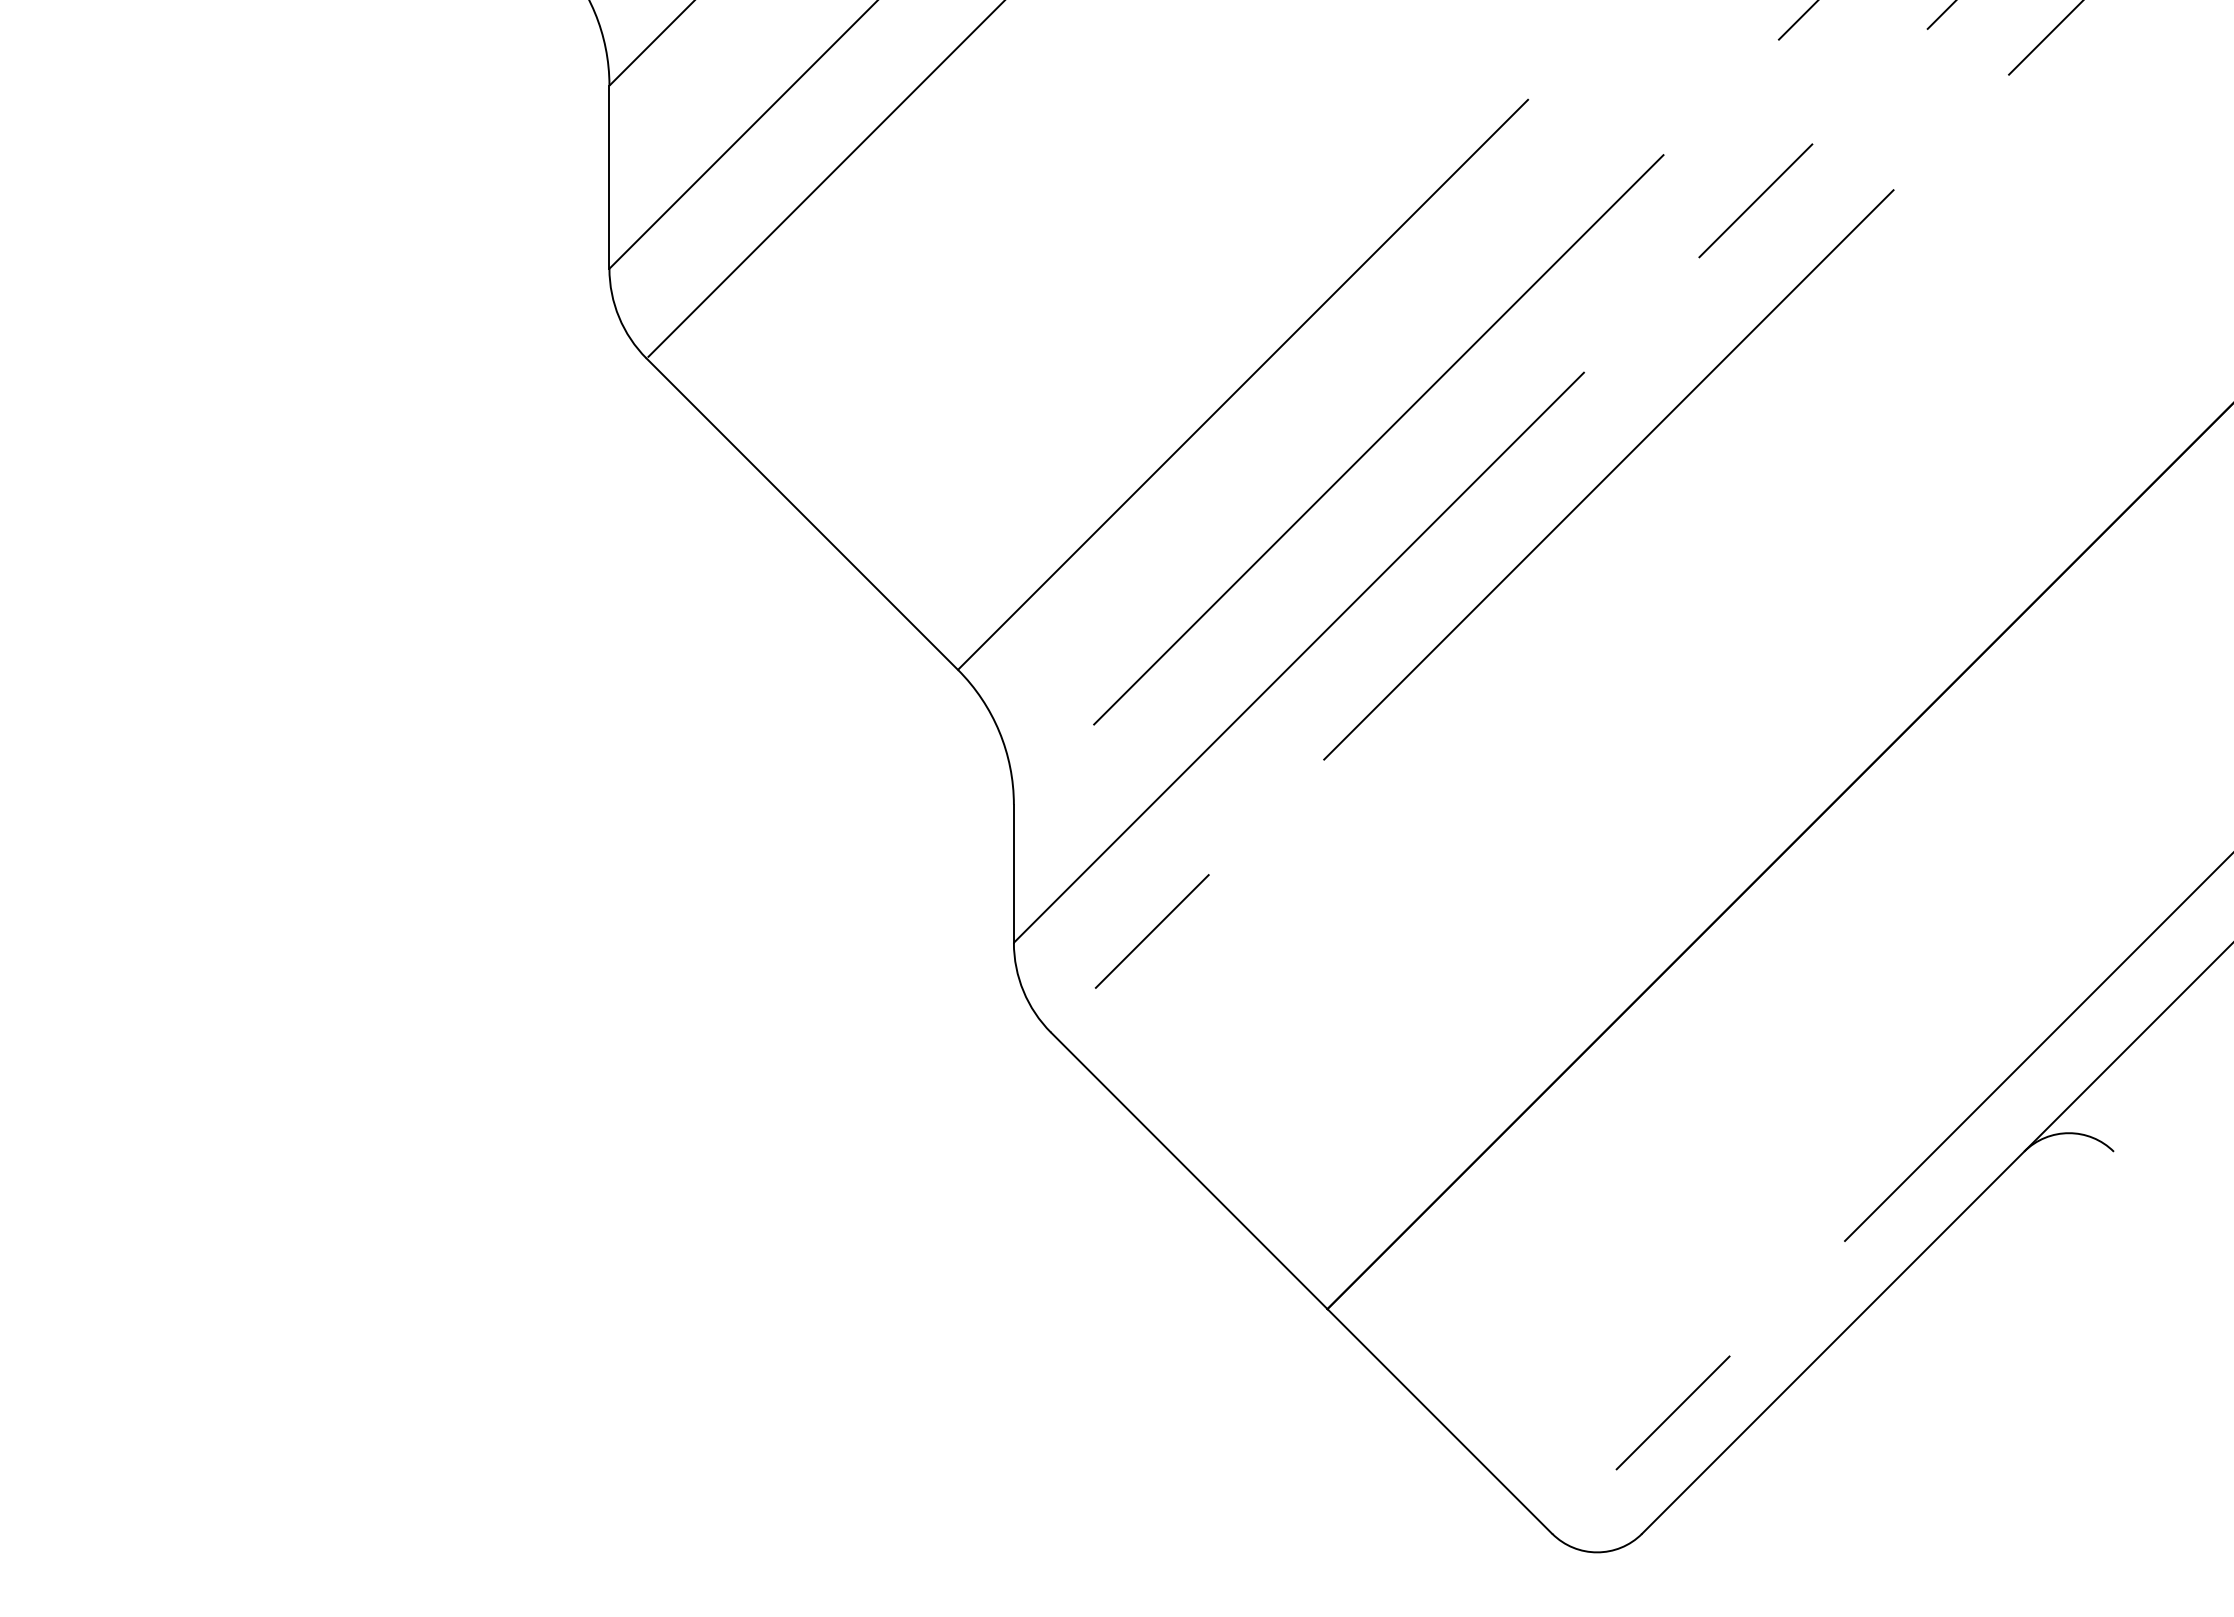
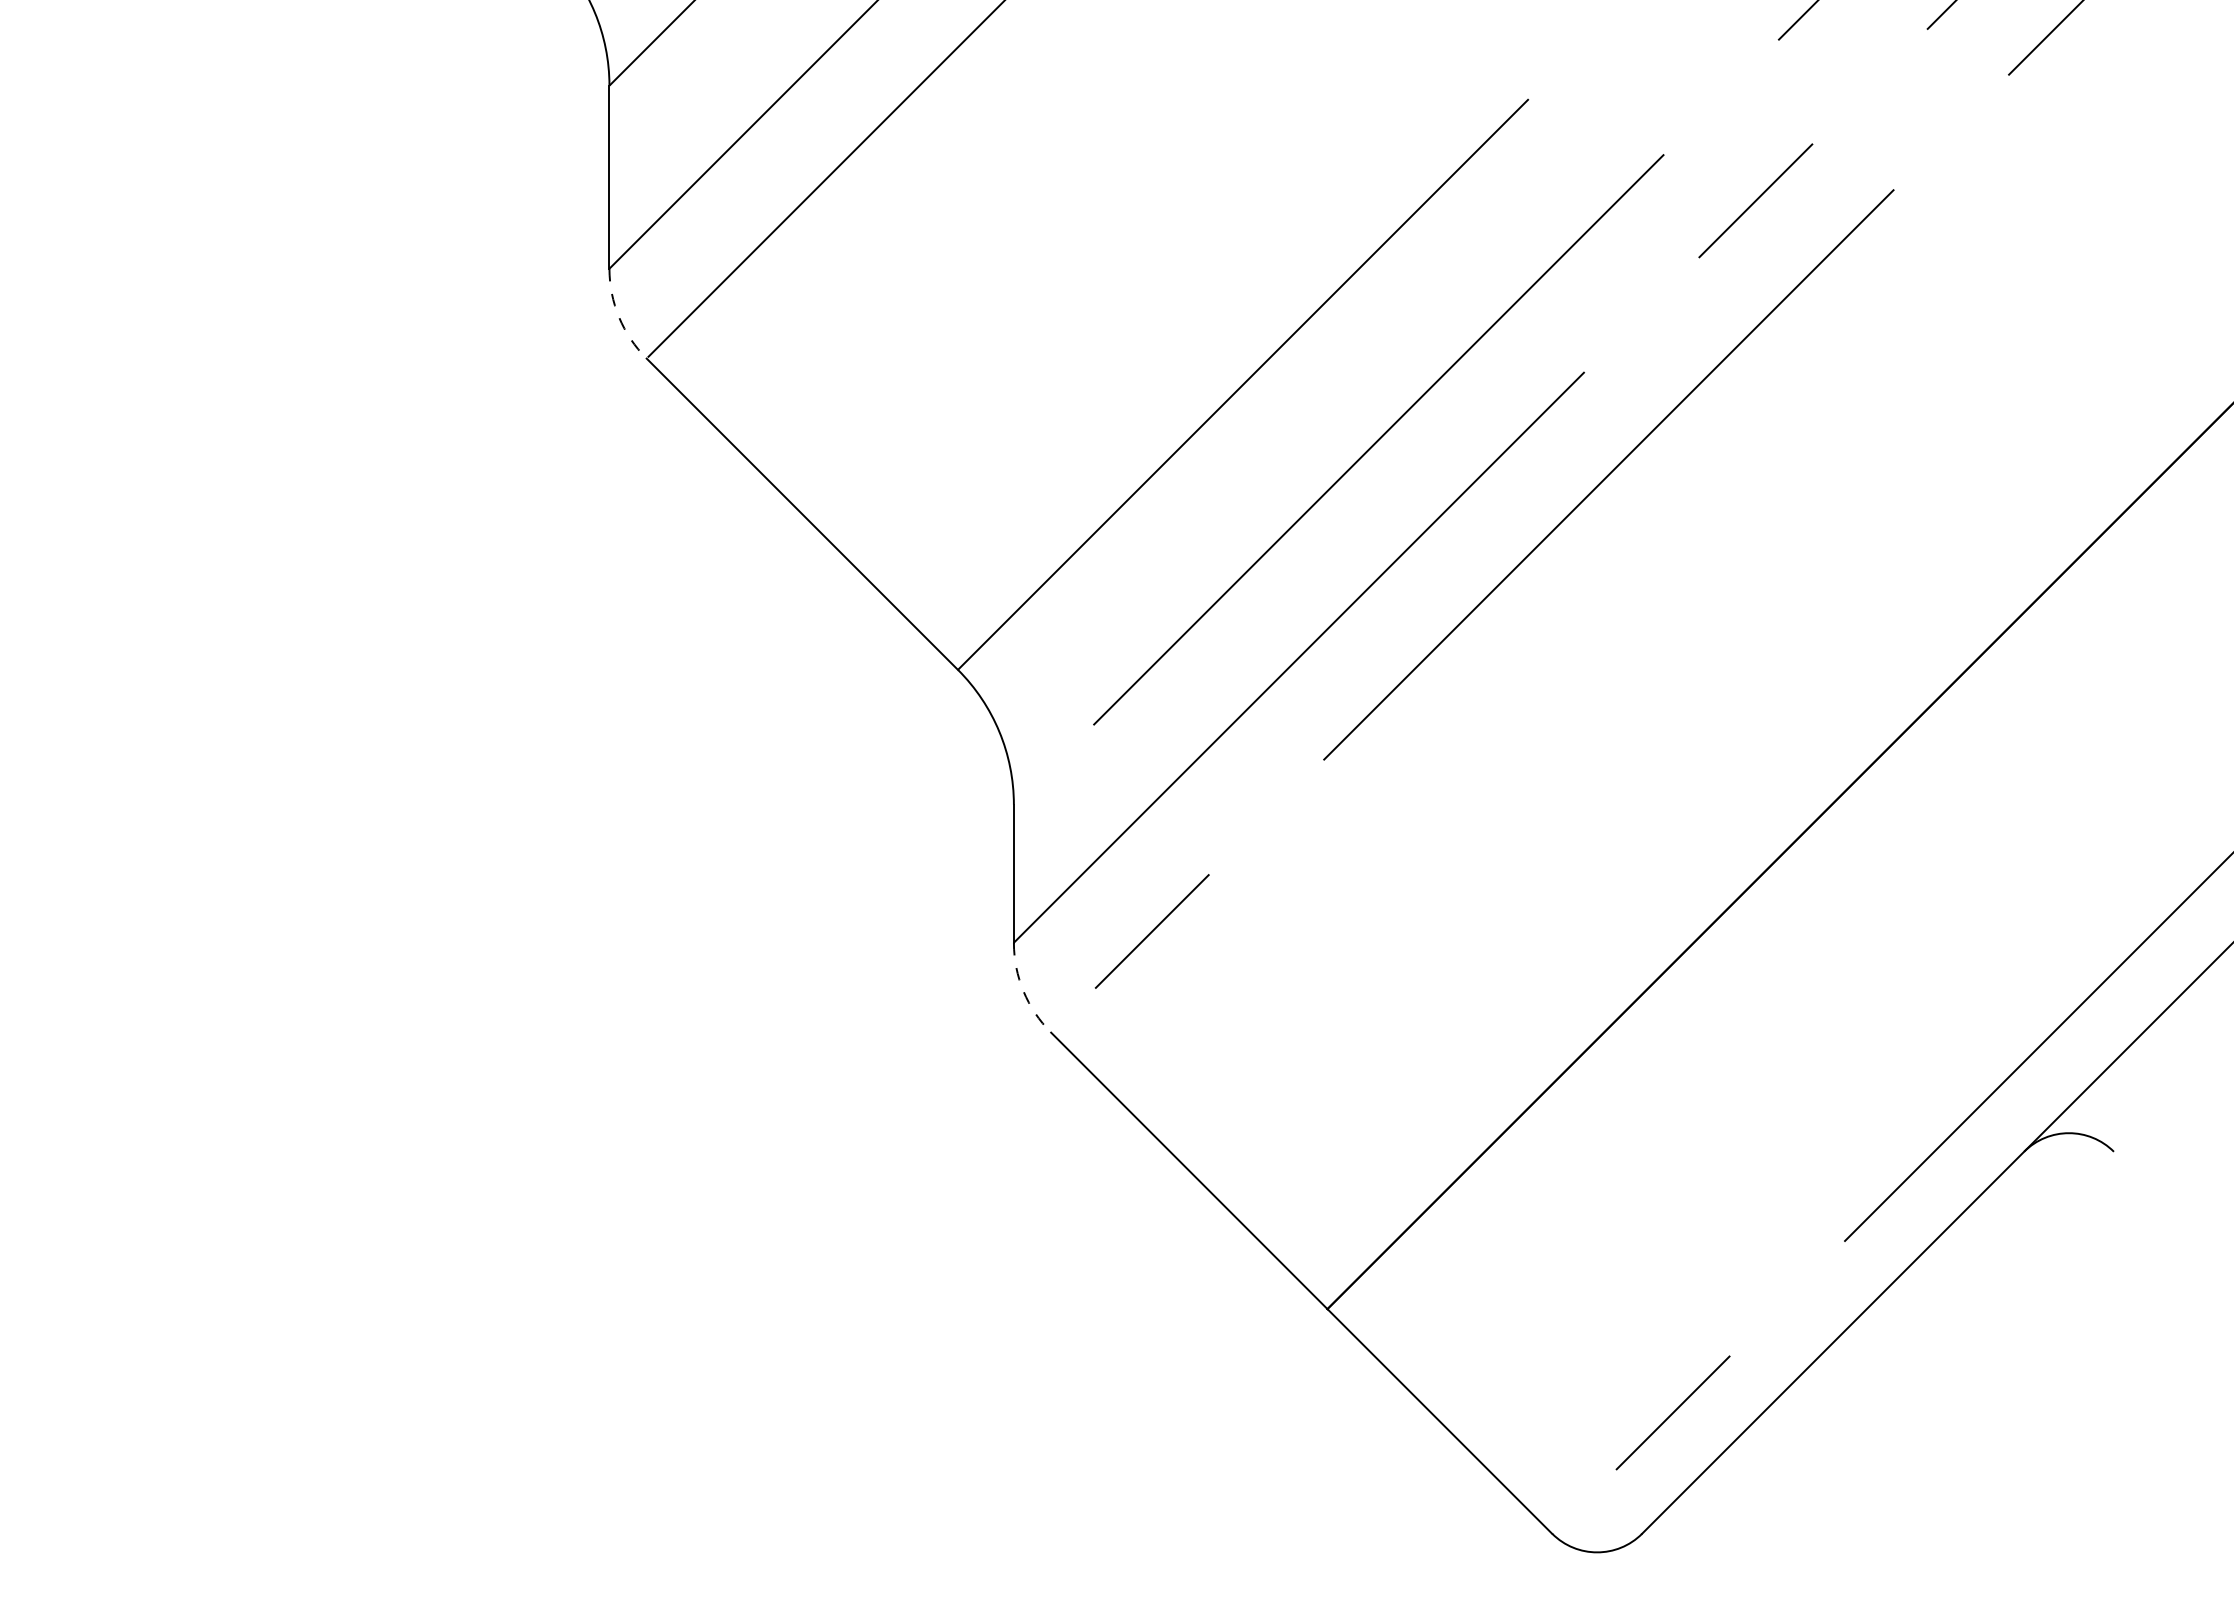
arc at (619, 317): solid -> dashed
arc at (1023, 991): solid -> dashed
